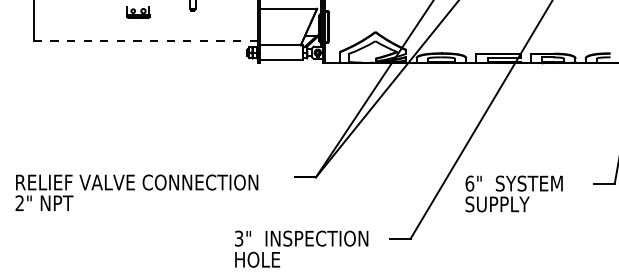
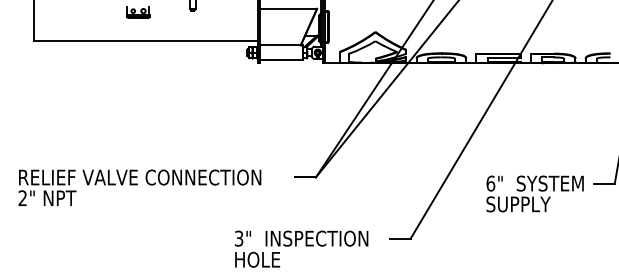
line at (145, 40): dashed -> solid
text at (136, 192) position: (136, 192) -> (139, 187)
text at (513, 193) position: (513, 193) -> (534, 193)
